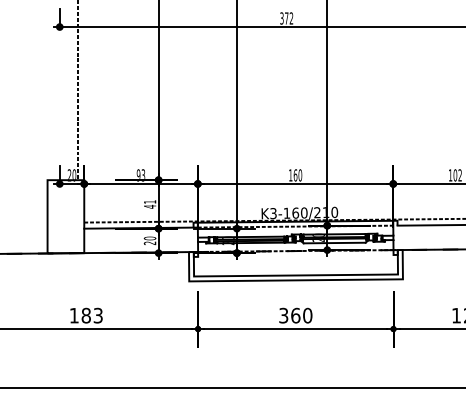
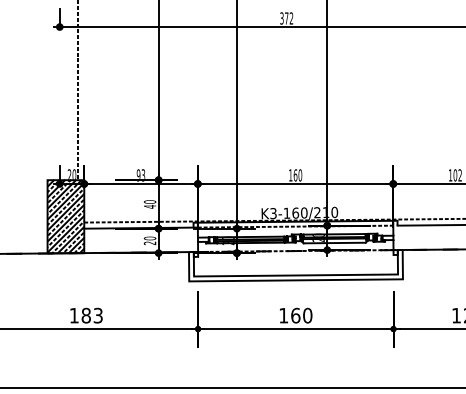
text at (150, 201): 41 -> 40
hatch at (65, 216): none -> present
text at (283, 315): 360 -> 160
